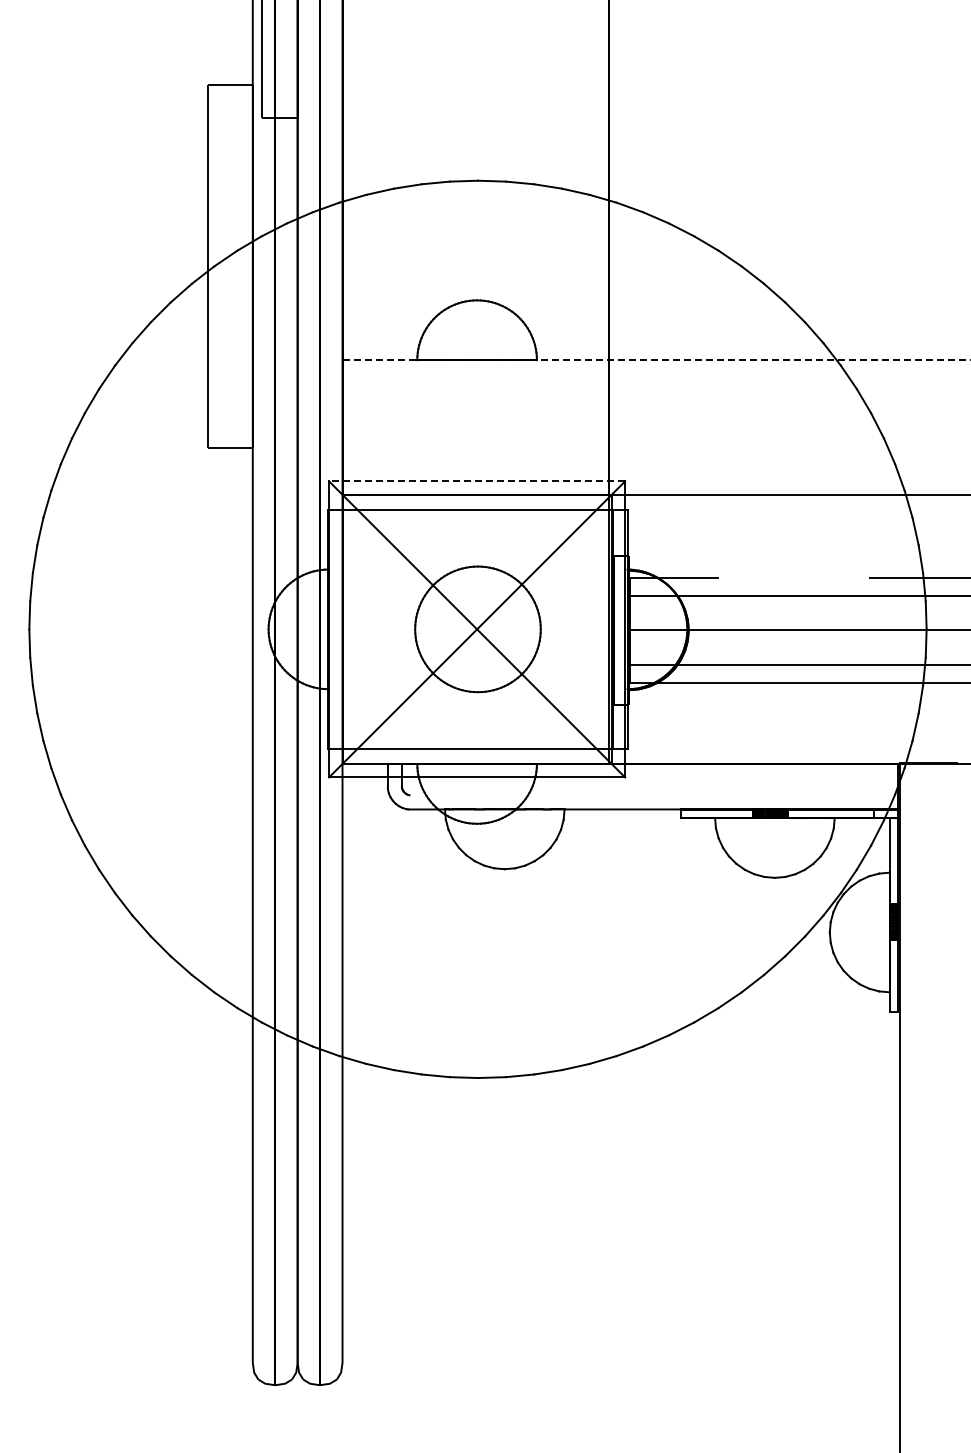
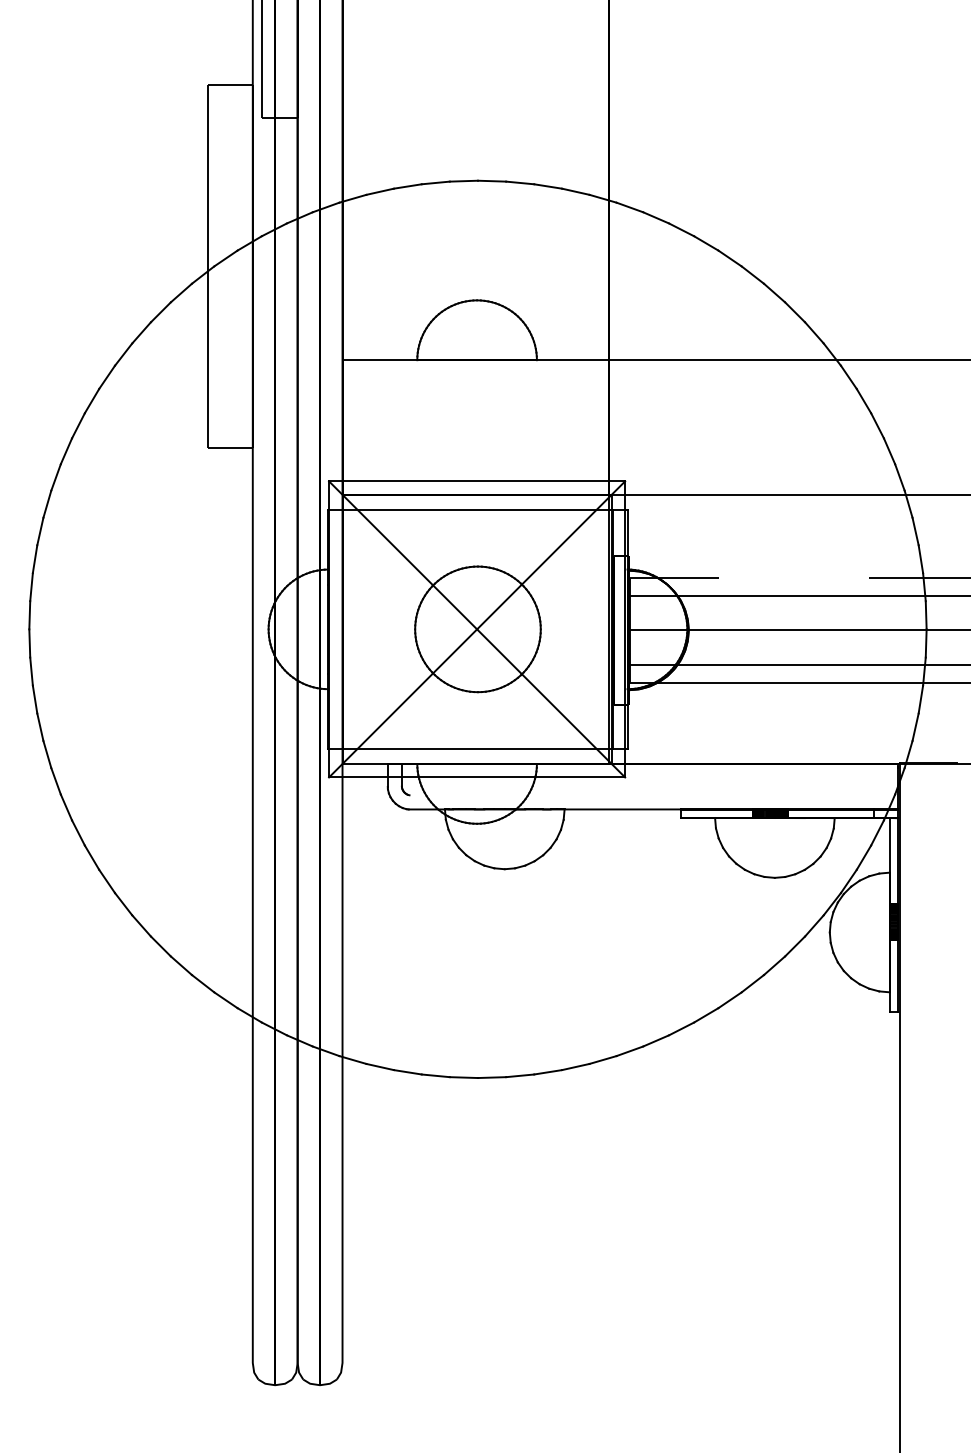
line at (656, 360): dashed -> solid
line at (476, 481): dashed -> solid
